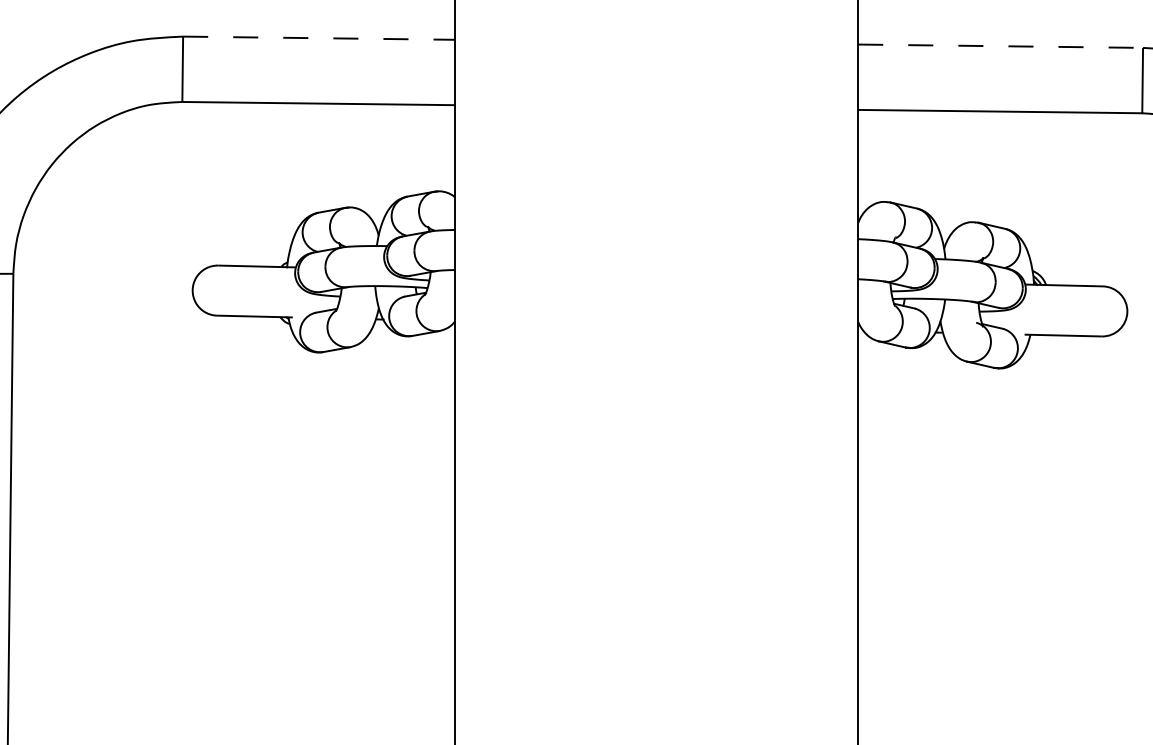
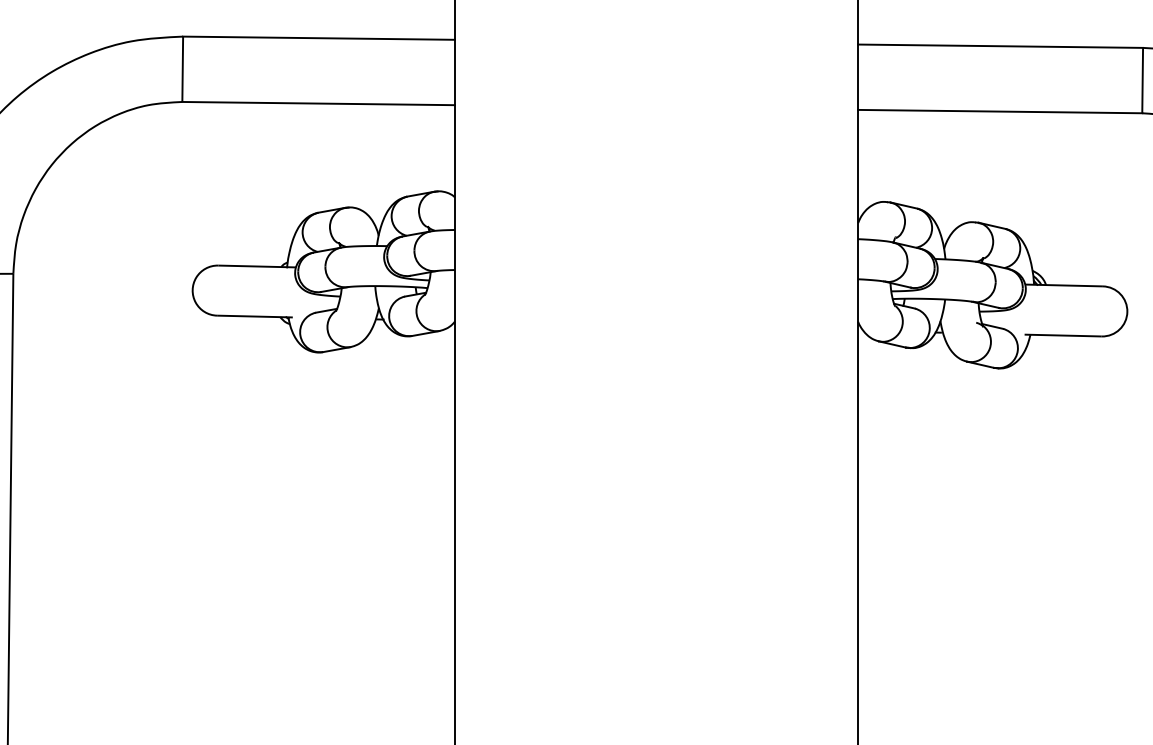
line at (319, 38): dashed -> solid
line at (1001, 46): dashed -> solid
